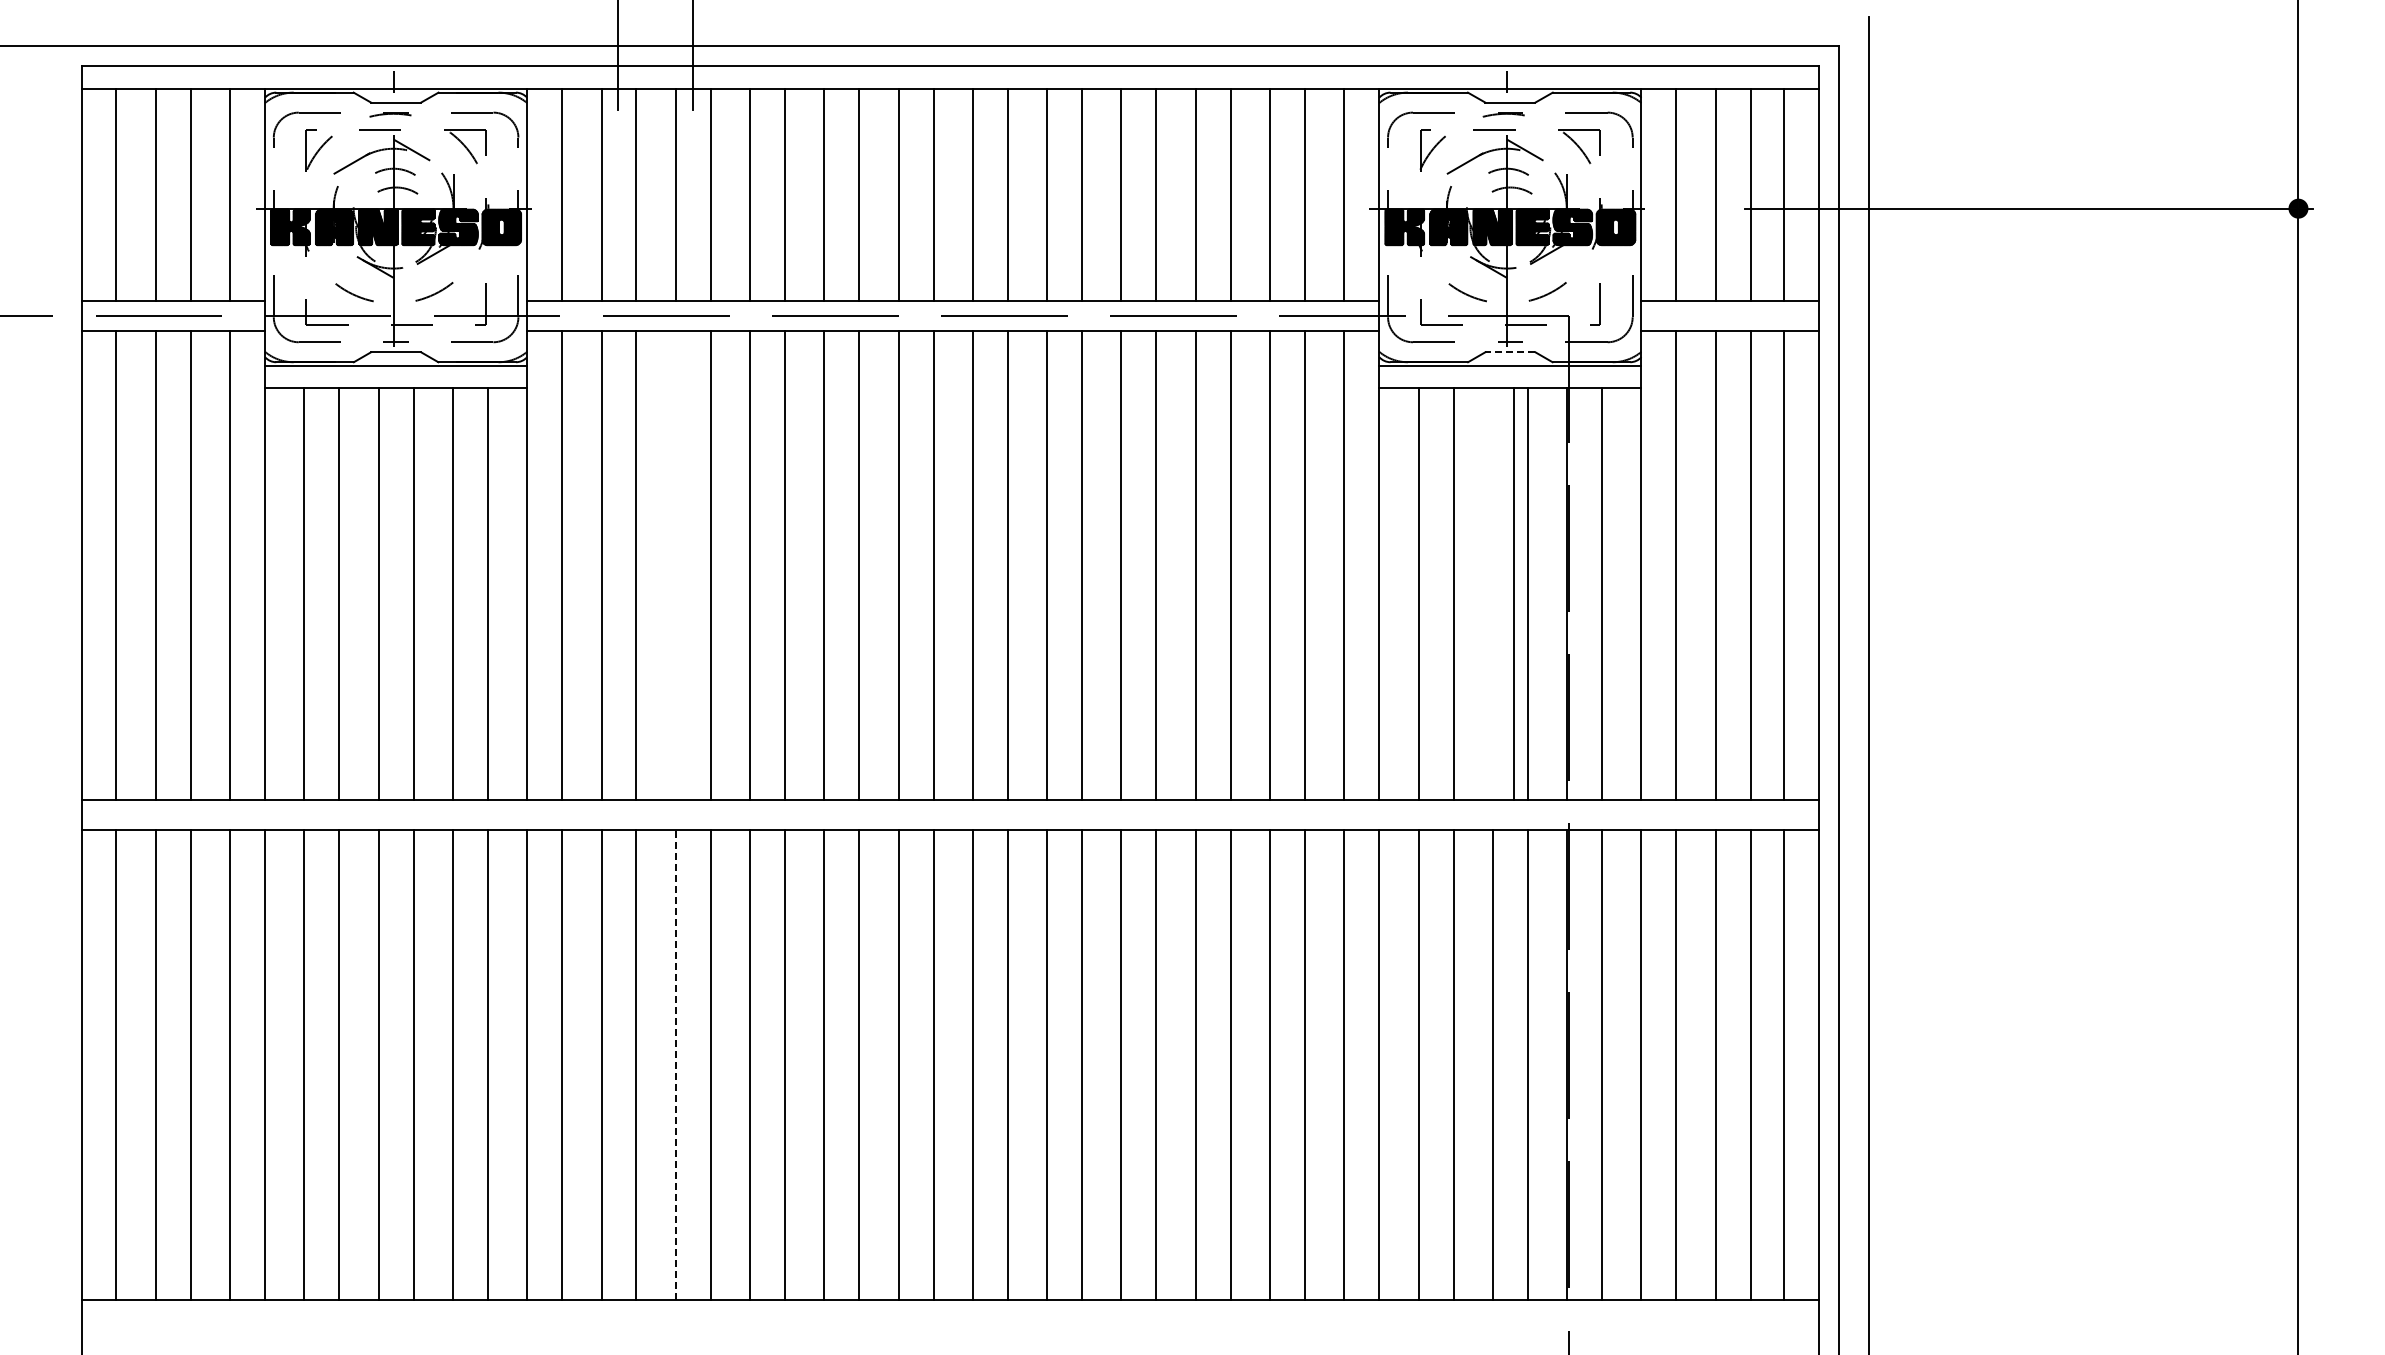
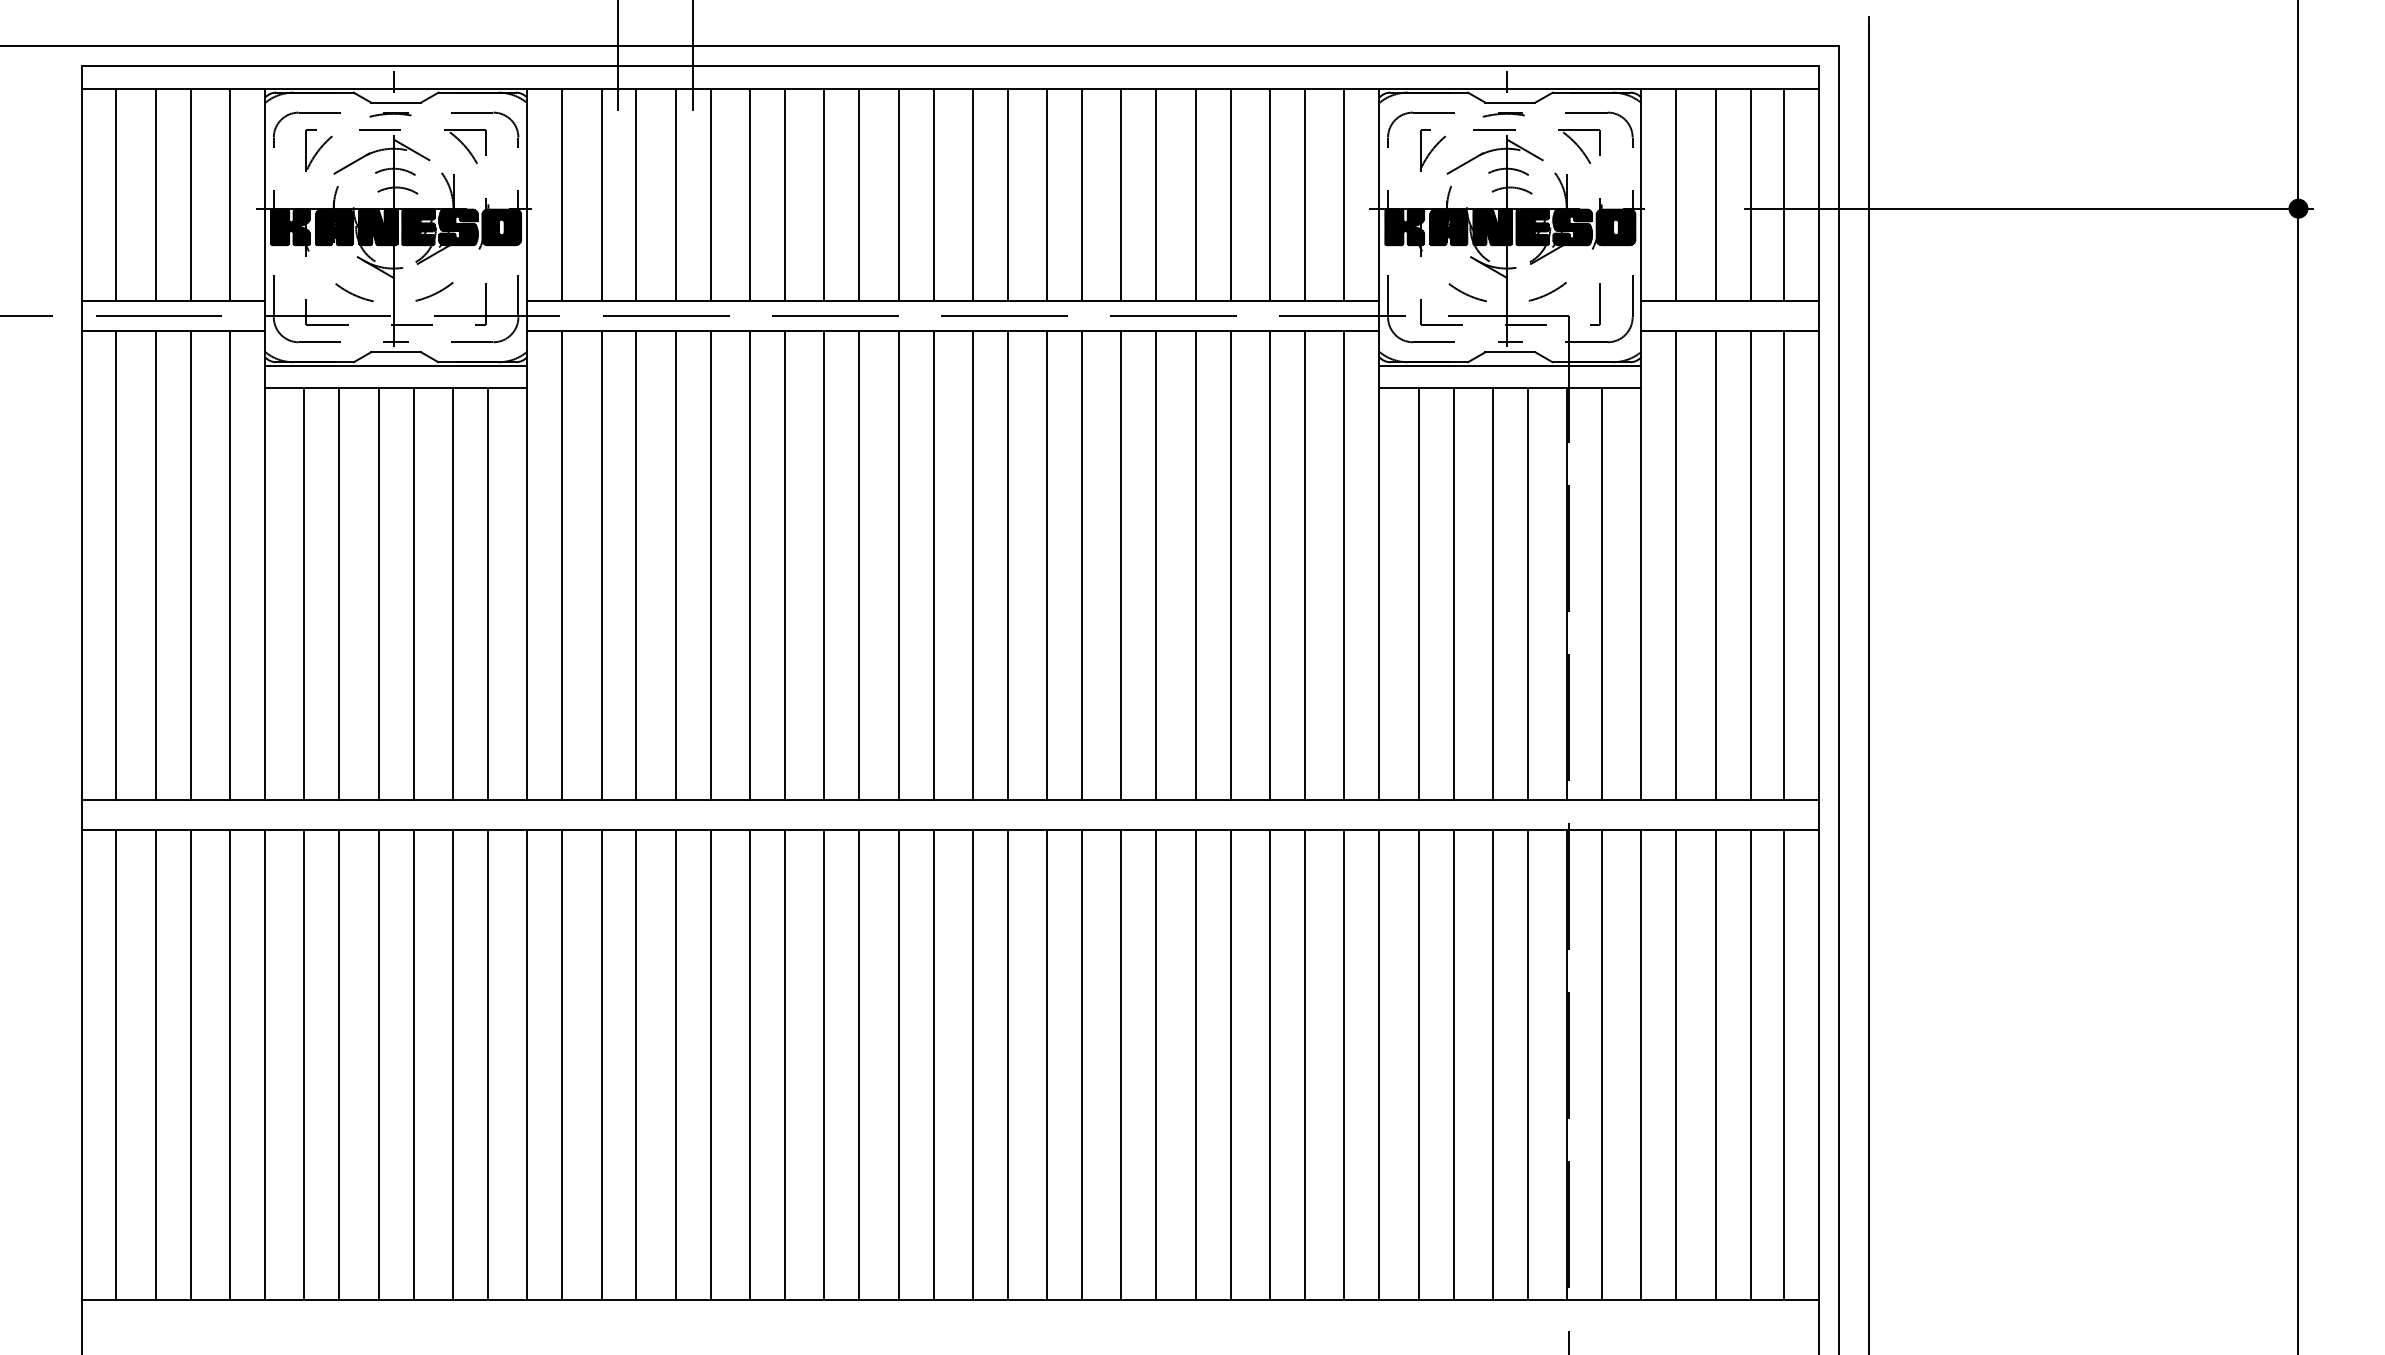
line at (1510, 352): dashed -> solid
line at (675, 565): none -> present
line at (1513, 594) position: (1513, 594) -> (1492, 594)
line at (675, 1064): dashed -> solid
